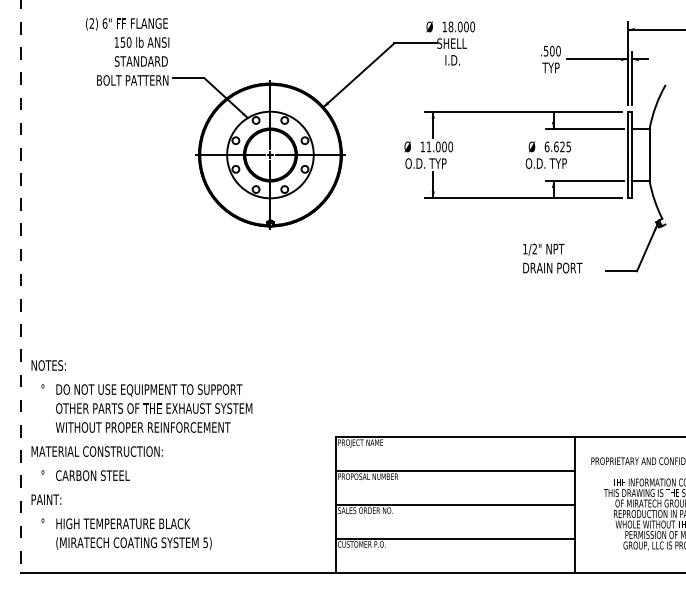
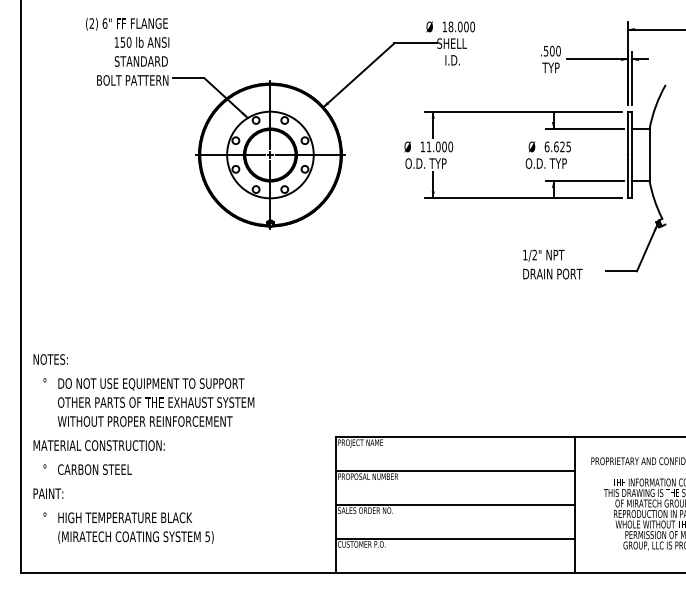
text at (552, 258) position: (552, 258) -> (552, 264)
line at (20, 287): dashed -> solid
text at (141, 454) position: (141, 454) -> (143, 448)
